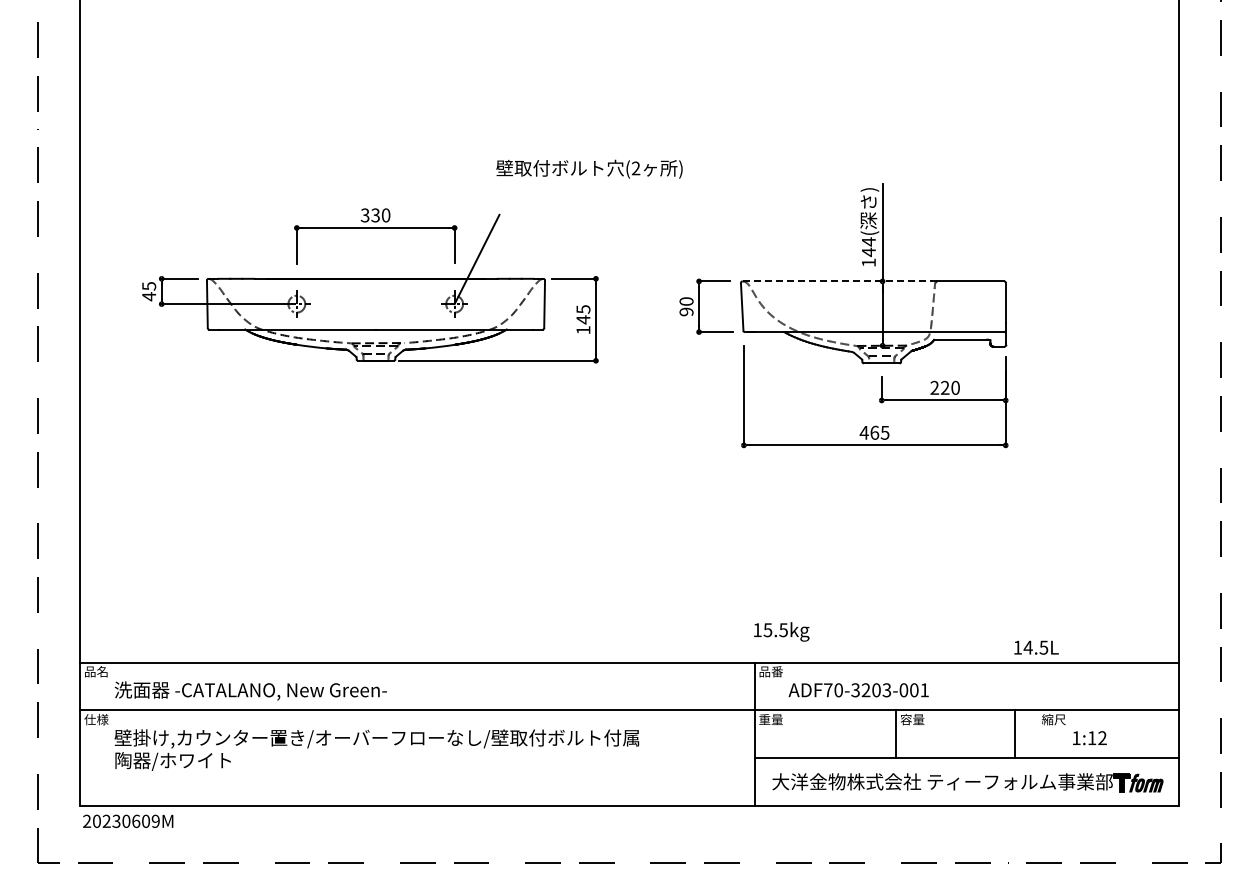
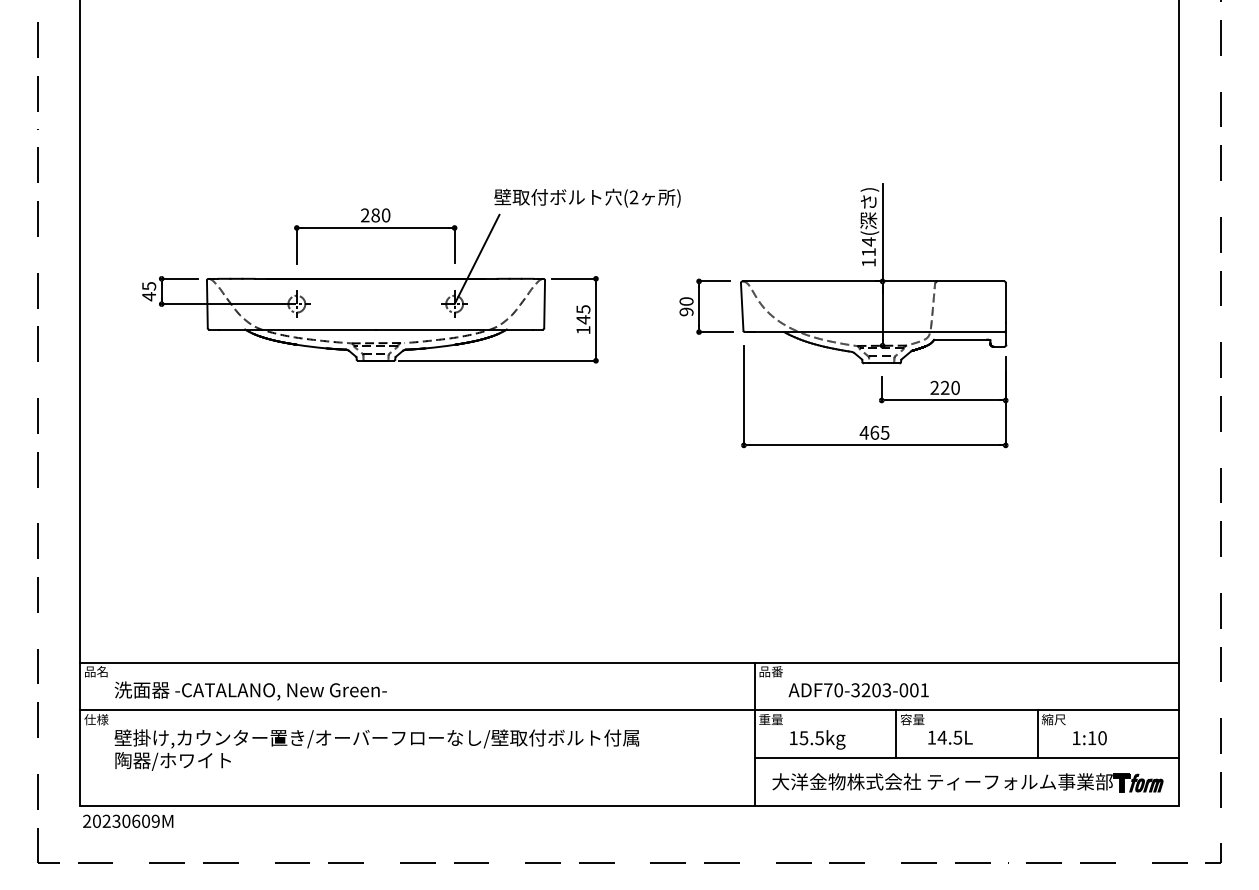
text at (589, 168) position: (589, 168) -> (587, 197)
text at (369, 215): 330 -> 280
text at (868, 252): 144( -> 114(
line at (839, 281): dashed -> solid
text at (781, 631) position: (781, 631) -> (817, 739)
text at (1036, 647) position: (1036, 647) -> (950, 737)
line at (1014, 734) position: (1014, 734) -> (1037, 734)
text at (1102, 738): 1:12 -> 1:10
